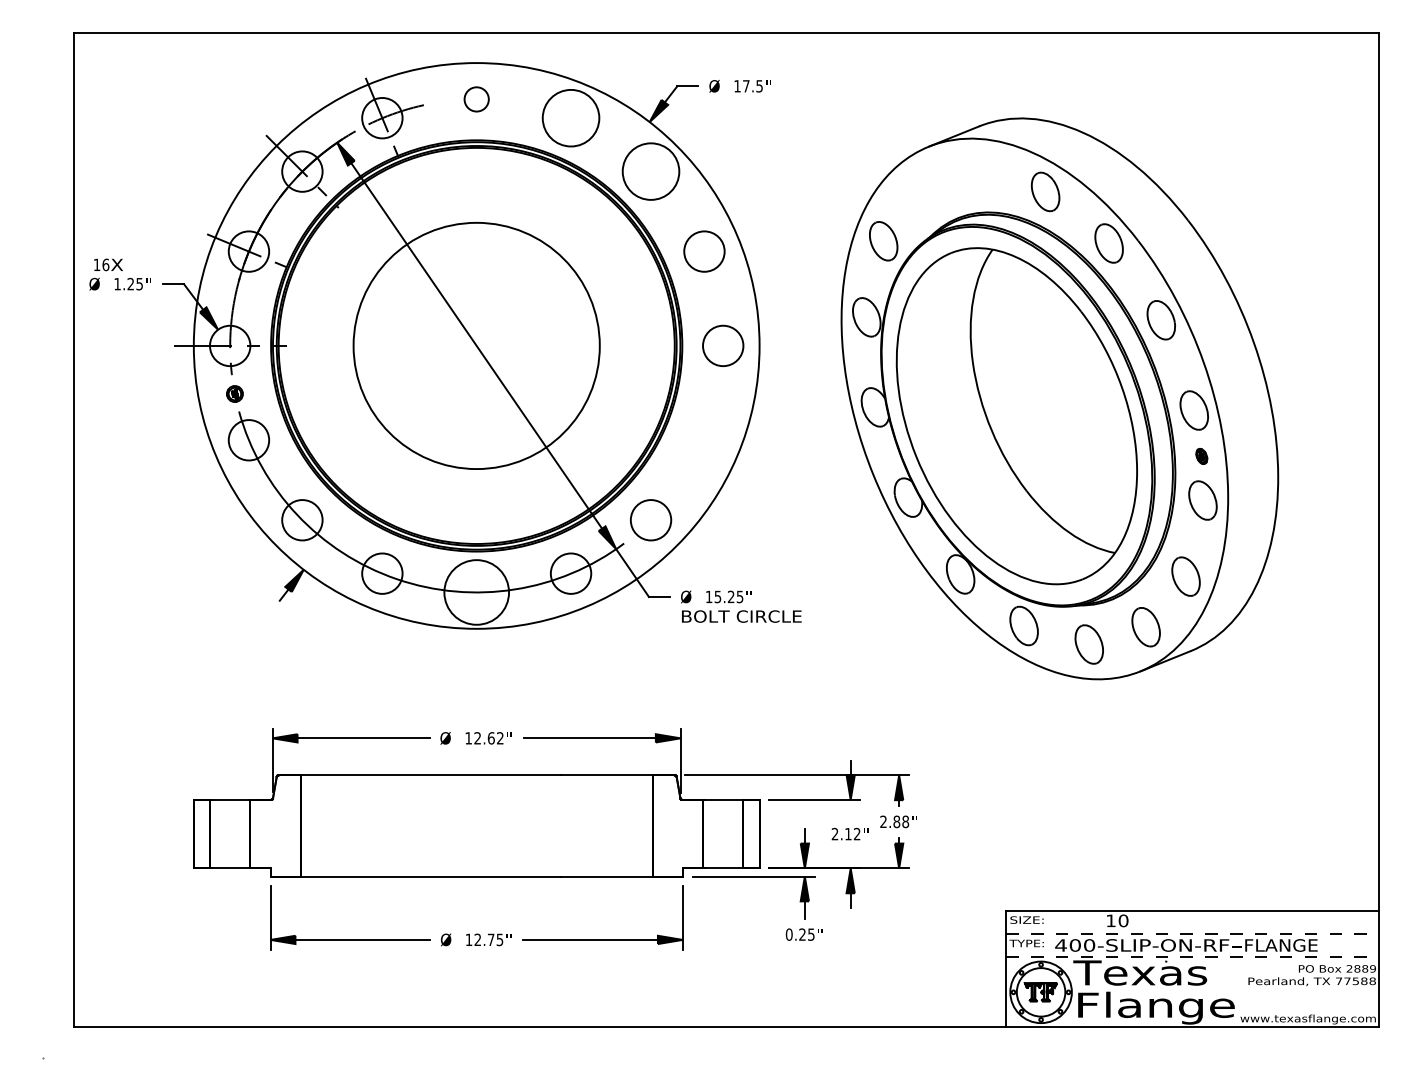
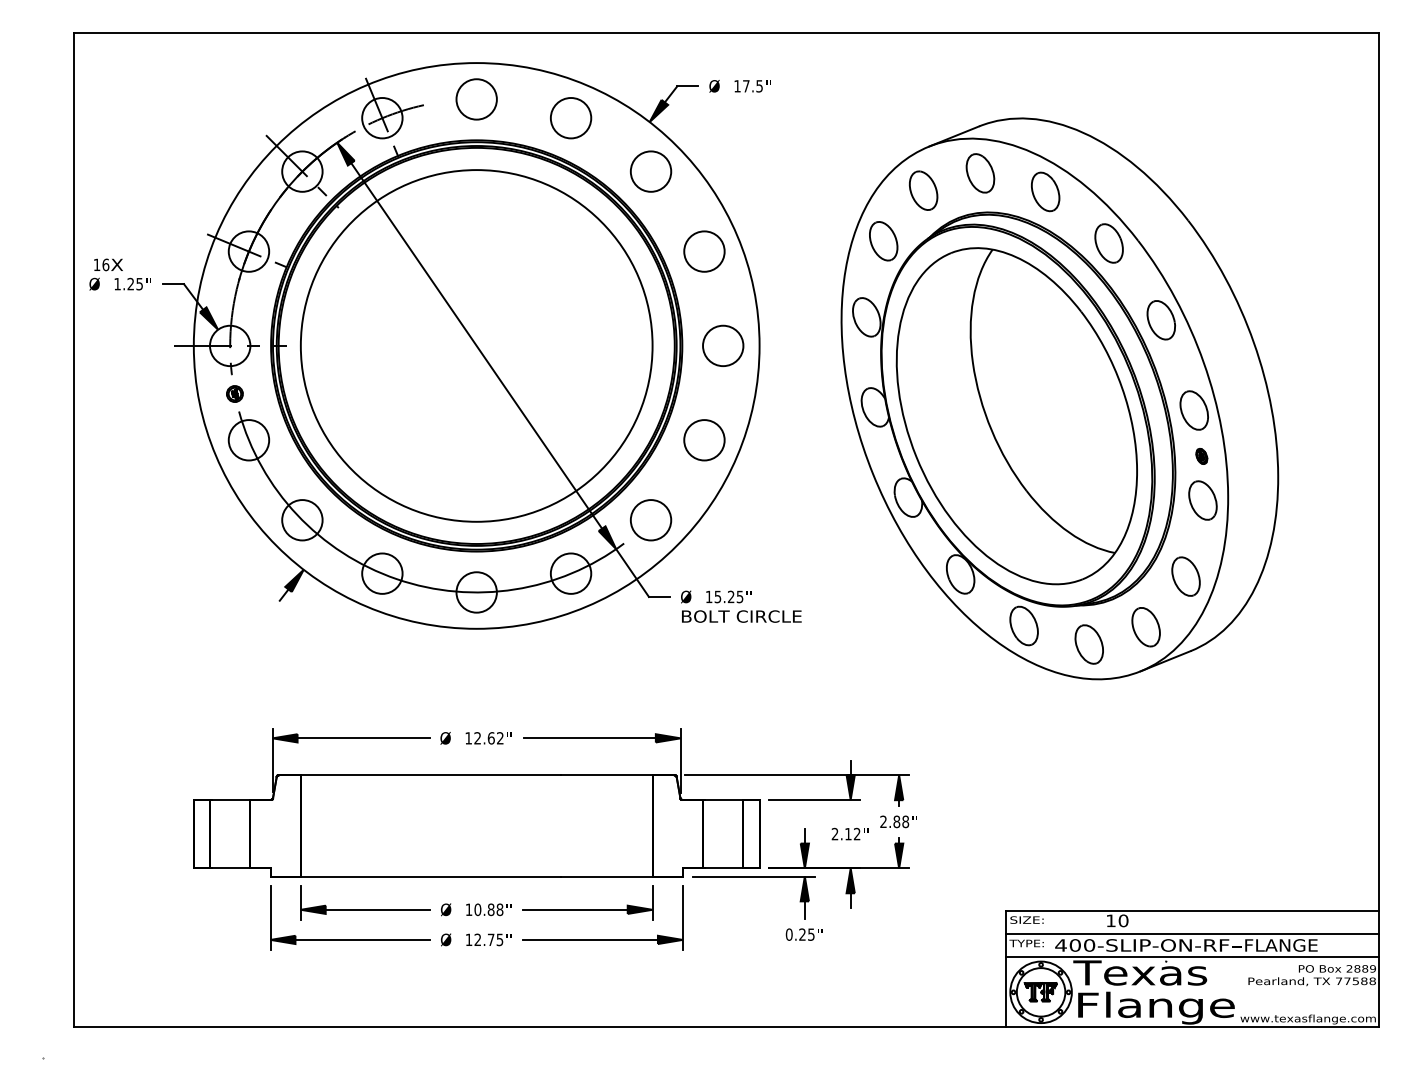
circle at (476, 99) diameter: 24 px -> 40 px
circle at (570, 117) diameter: 57 px -> 40 px
circle at (650, 171) diameter: 57 px -> 40 px
part at (980, 173): none -> present
part at (923, 190): none -> present
circle at (476, 345) diameter: 246 px -> 352 px
circle at (704, 440): none -> present
circle at (476, 592) diameter: 65 px -> 40 px
part at (476, 902): none -> present
line at (1192, 934): dashed -> solid
line at (1192, 957): dashed -> solid
